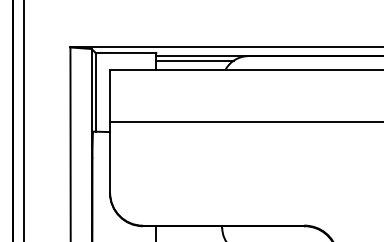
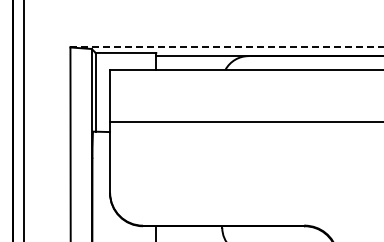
line at (227, 47): solid -> dashed
line at (194, 60): present -> none
